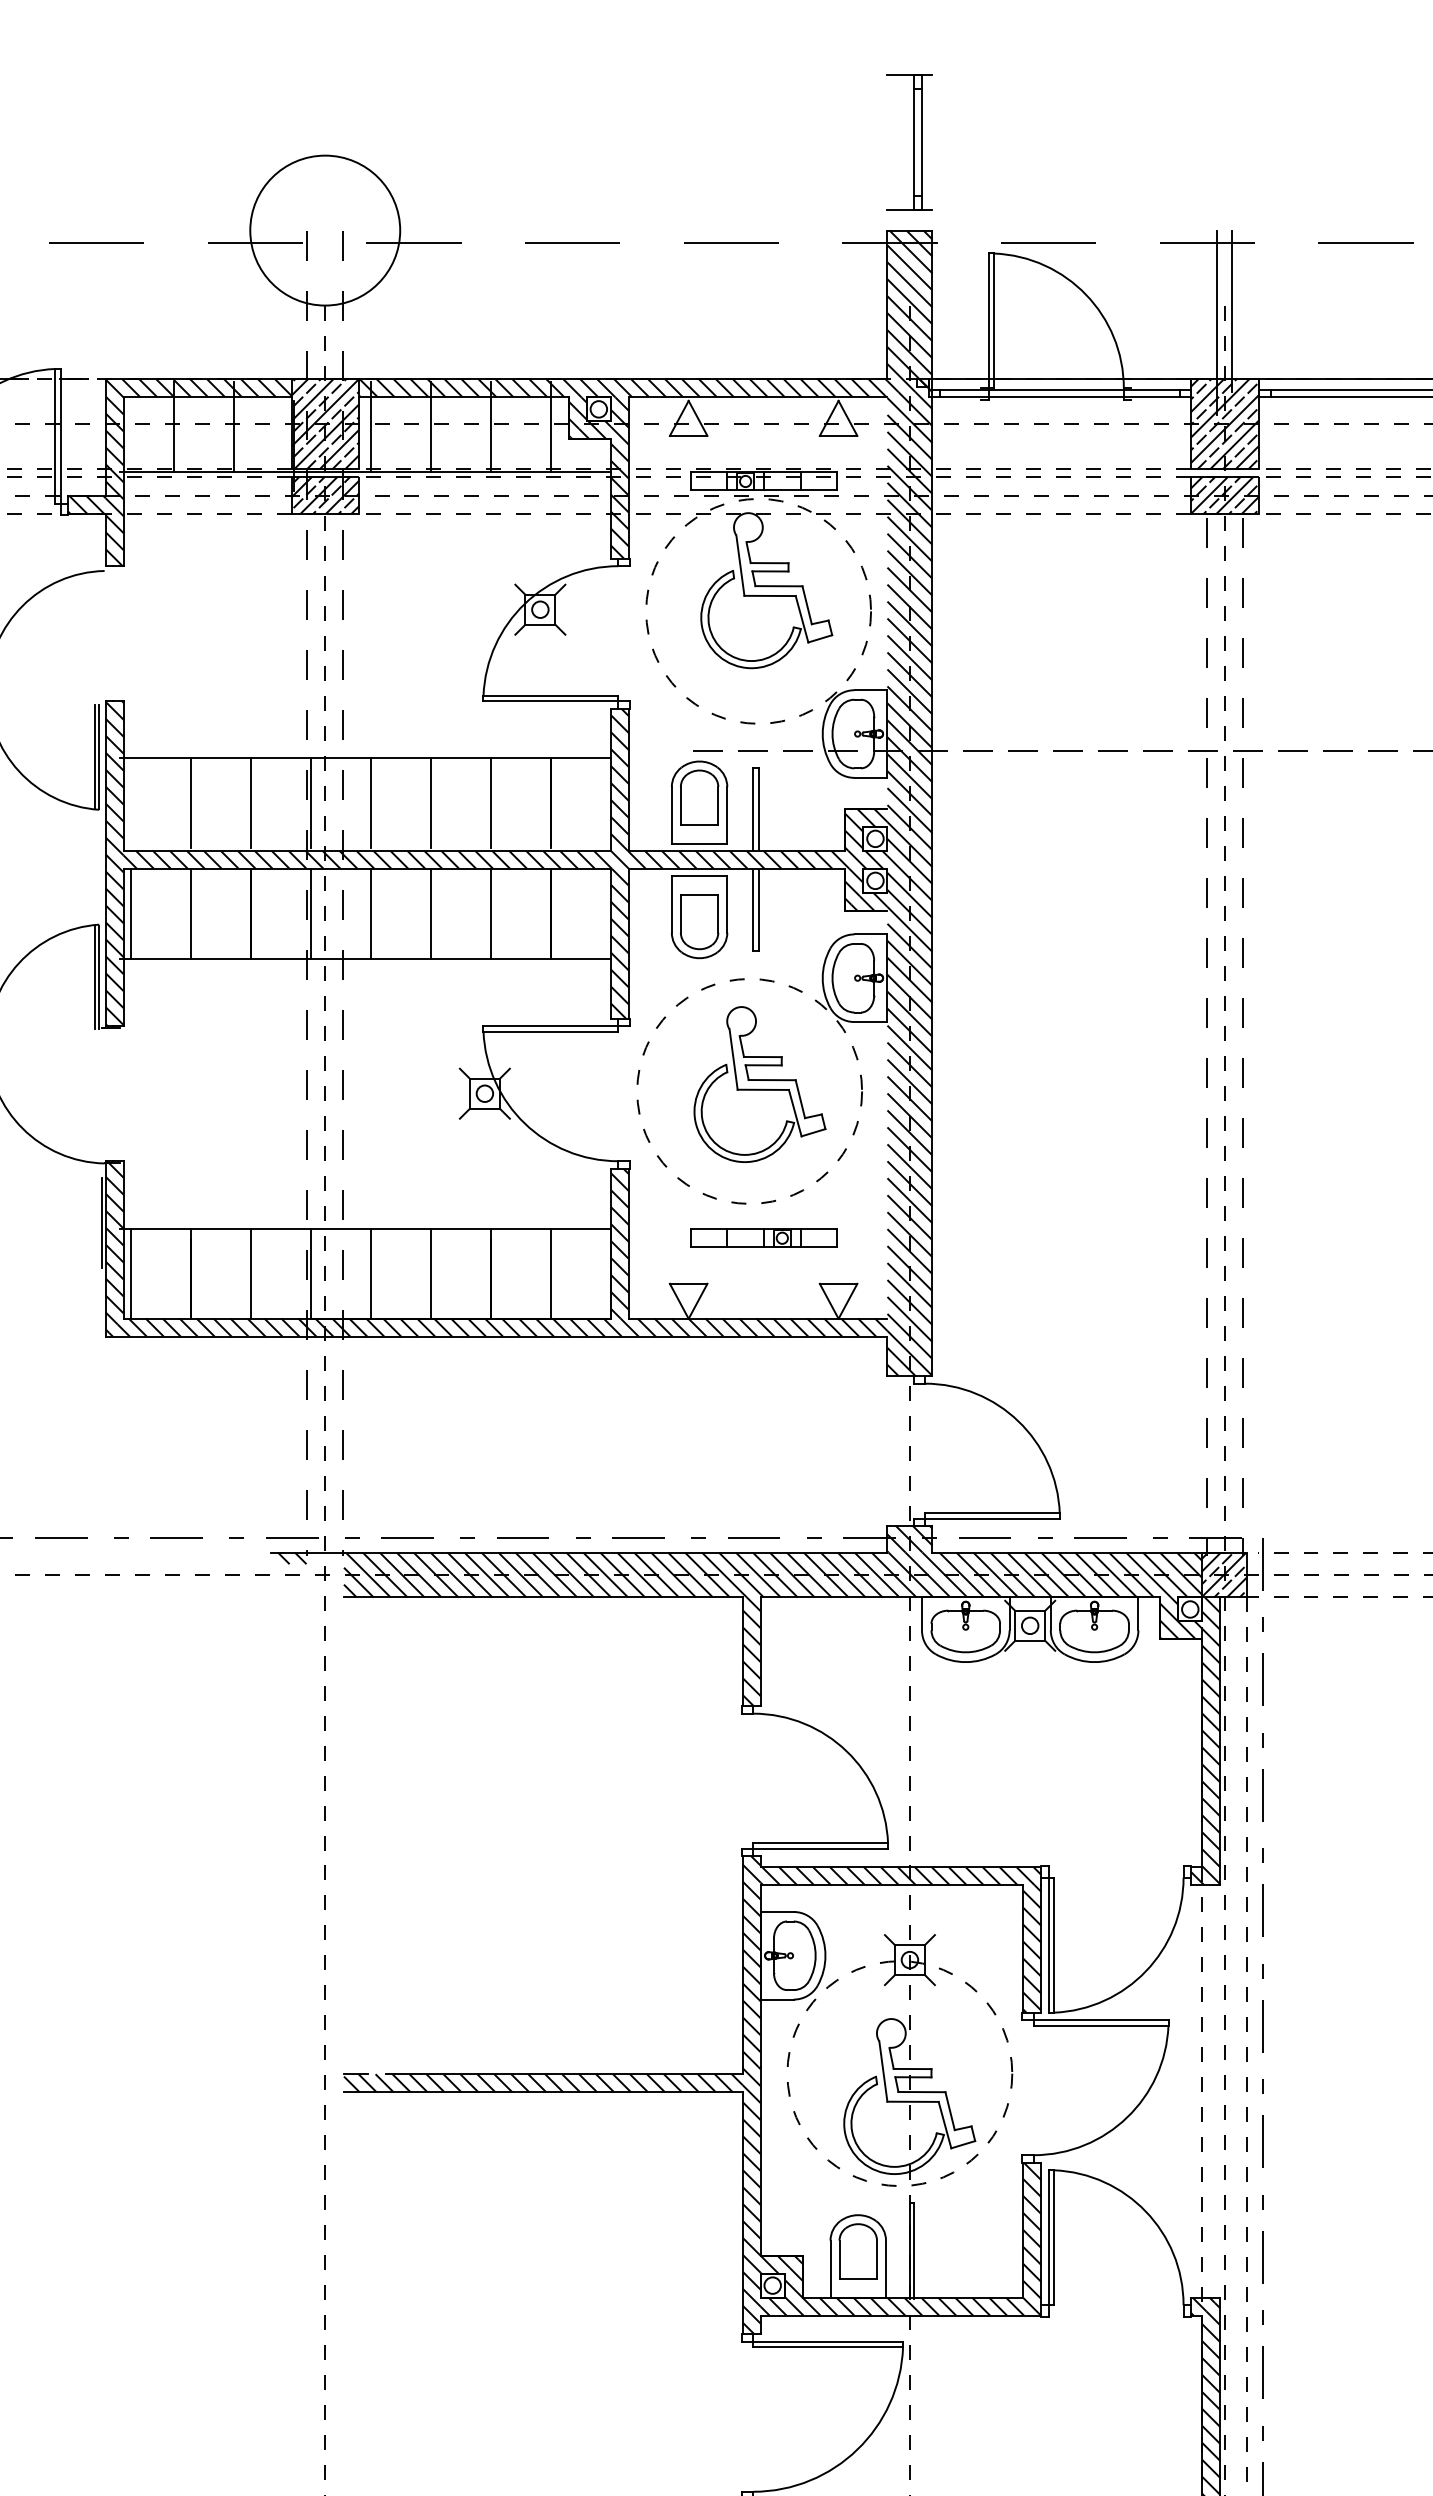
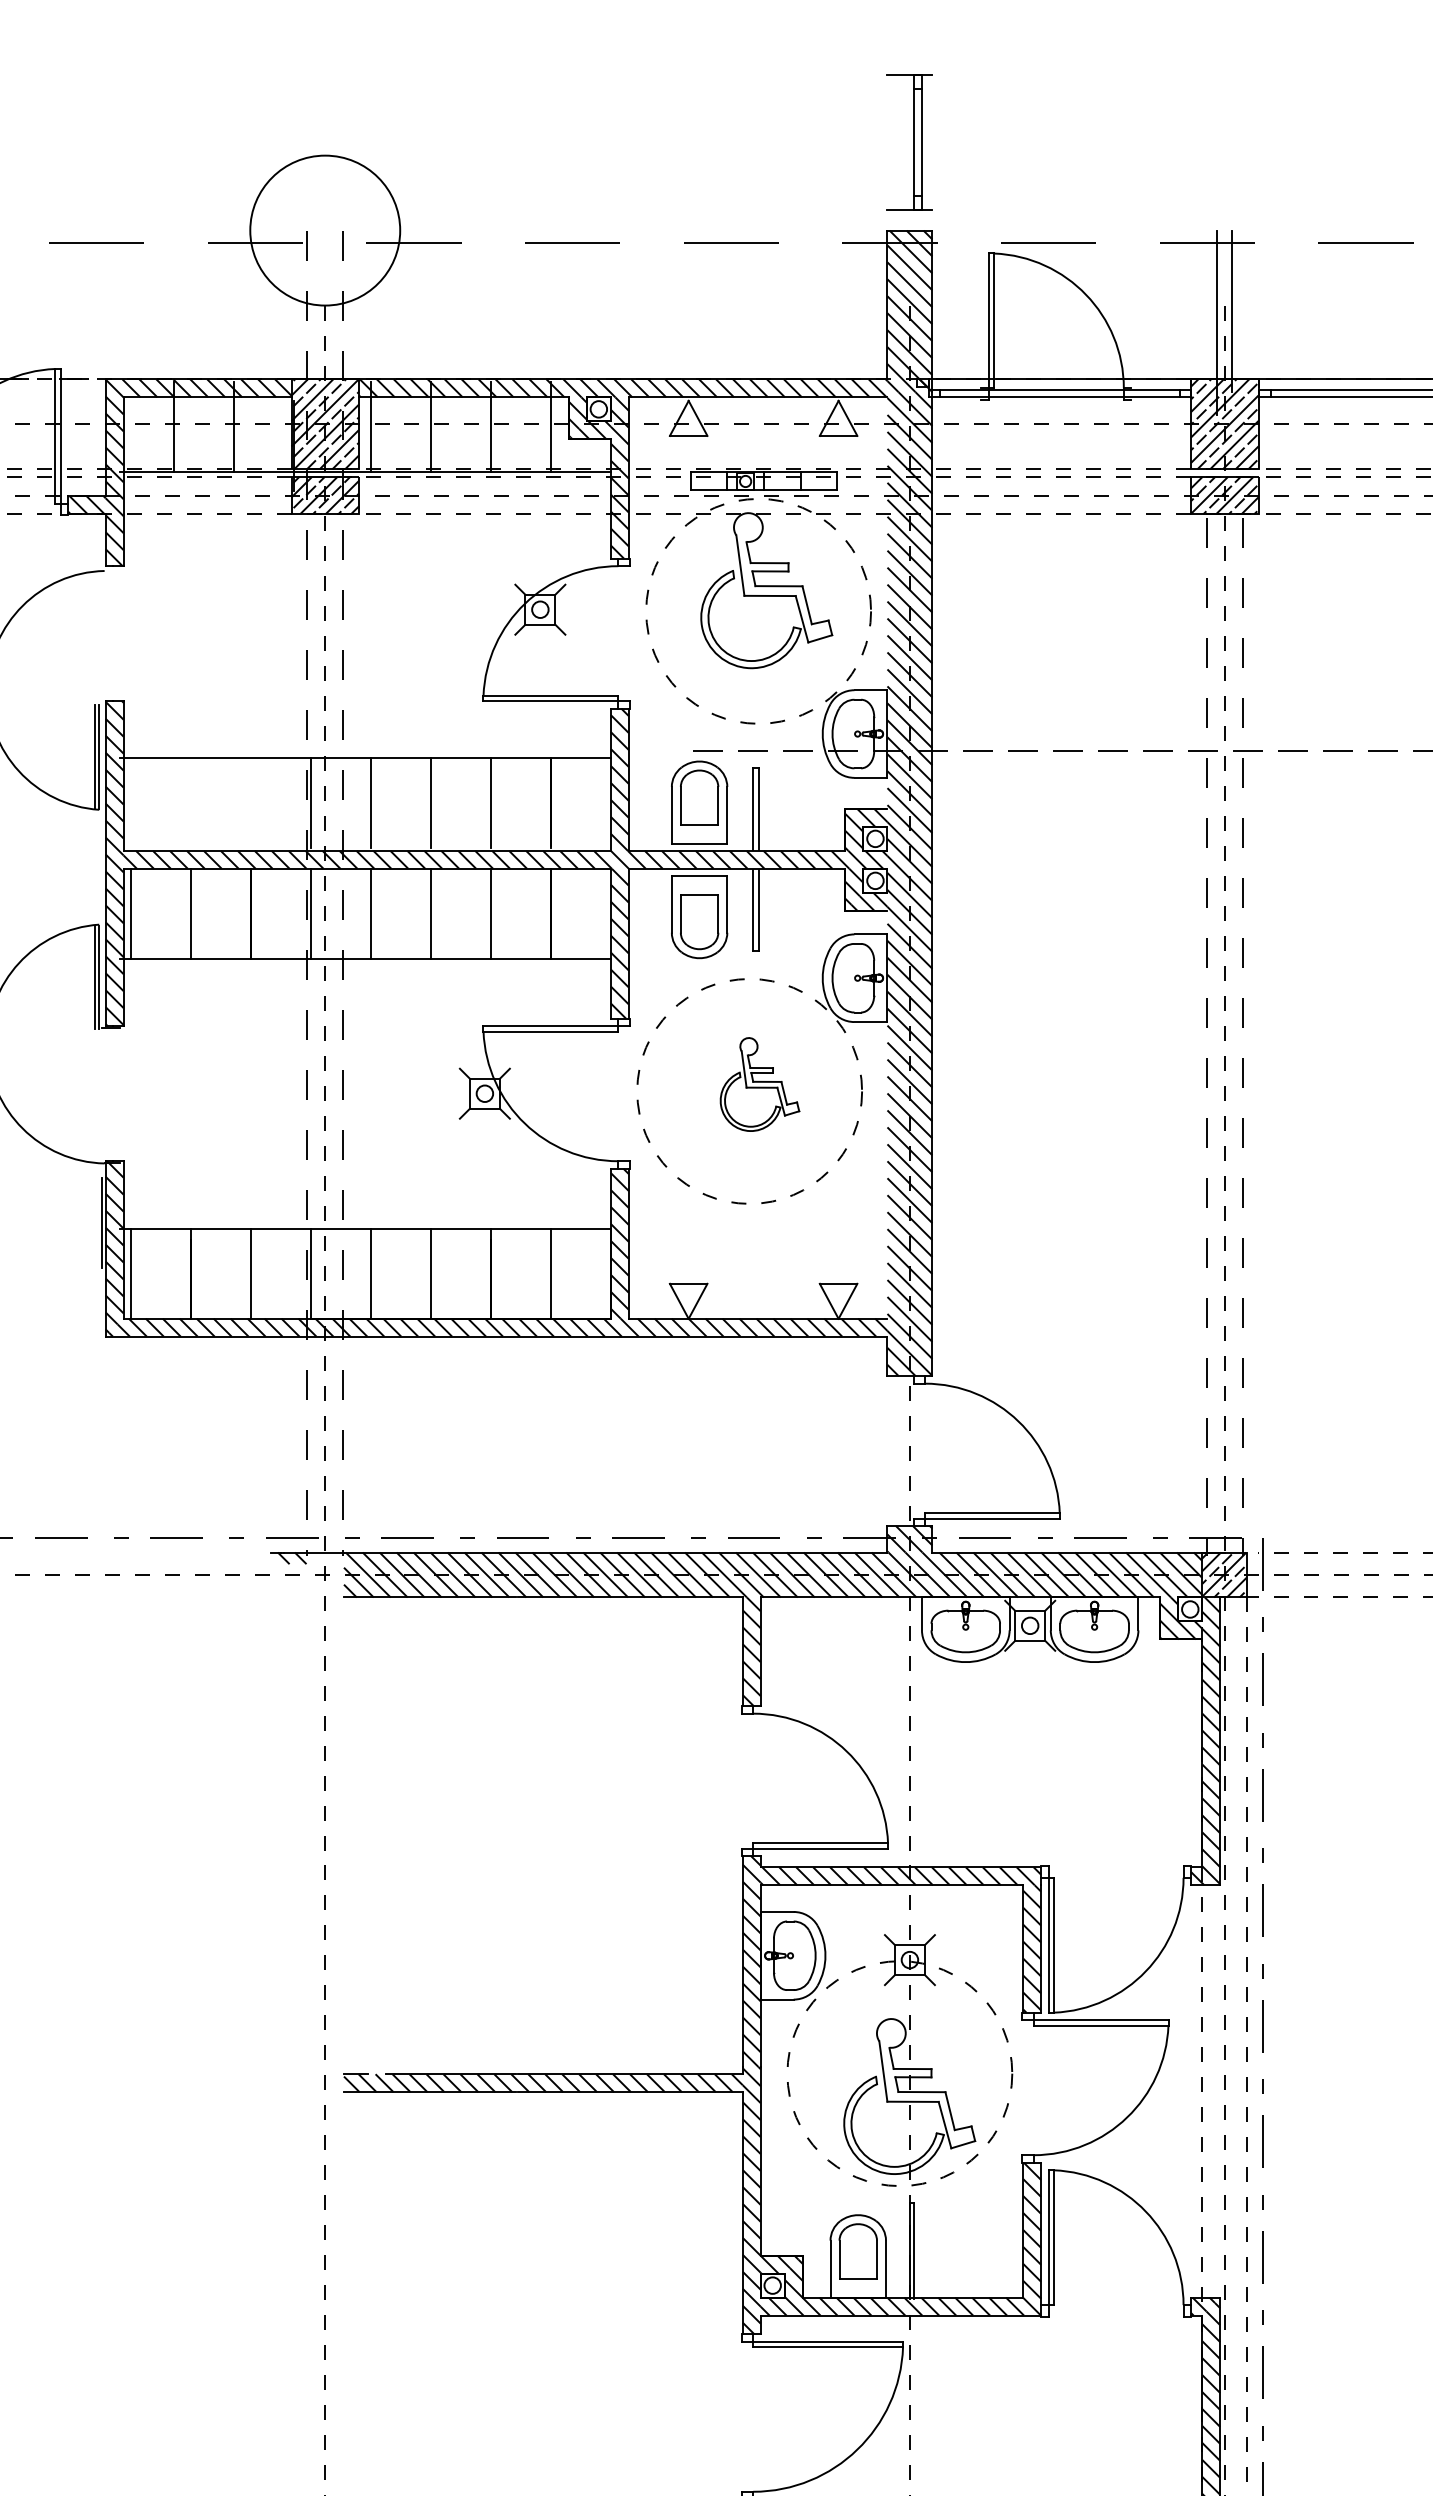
line at (191, 803): present -> none
line at (251, 803): present -> none
part at (759, 1084) size: 134x157 px -> 82x95 px
part at (763, 1237): present -> none
